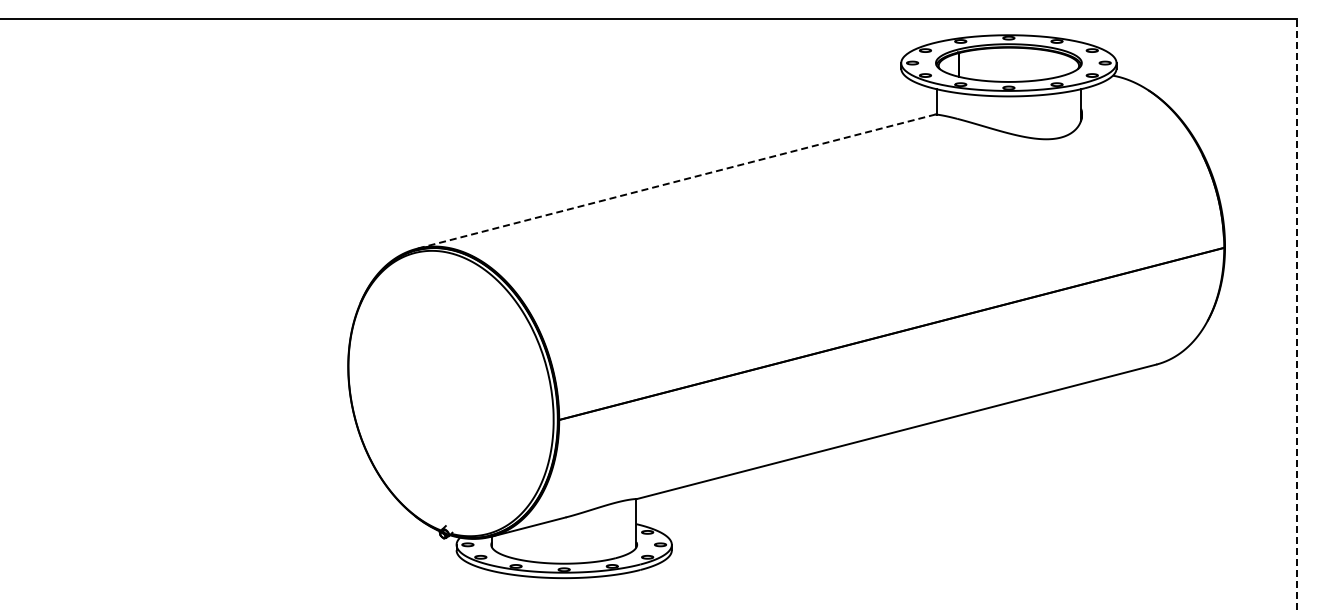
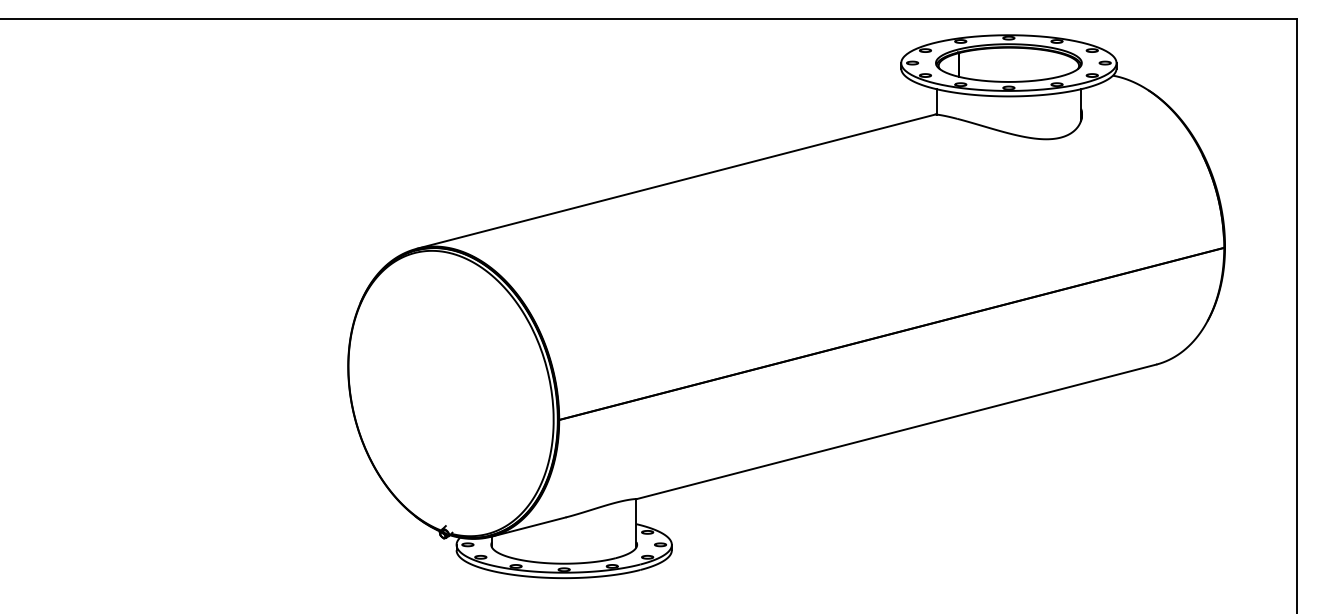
line at (675, 181): dashed -> solid
line at (1296, 315): dashed -> solid
